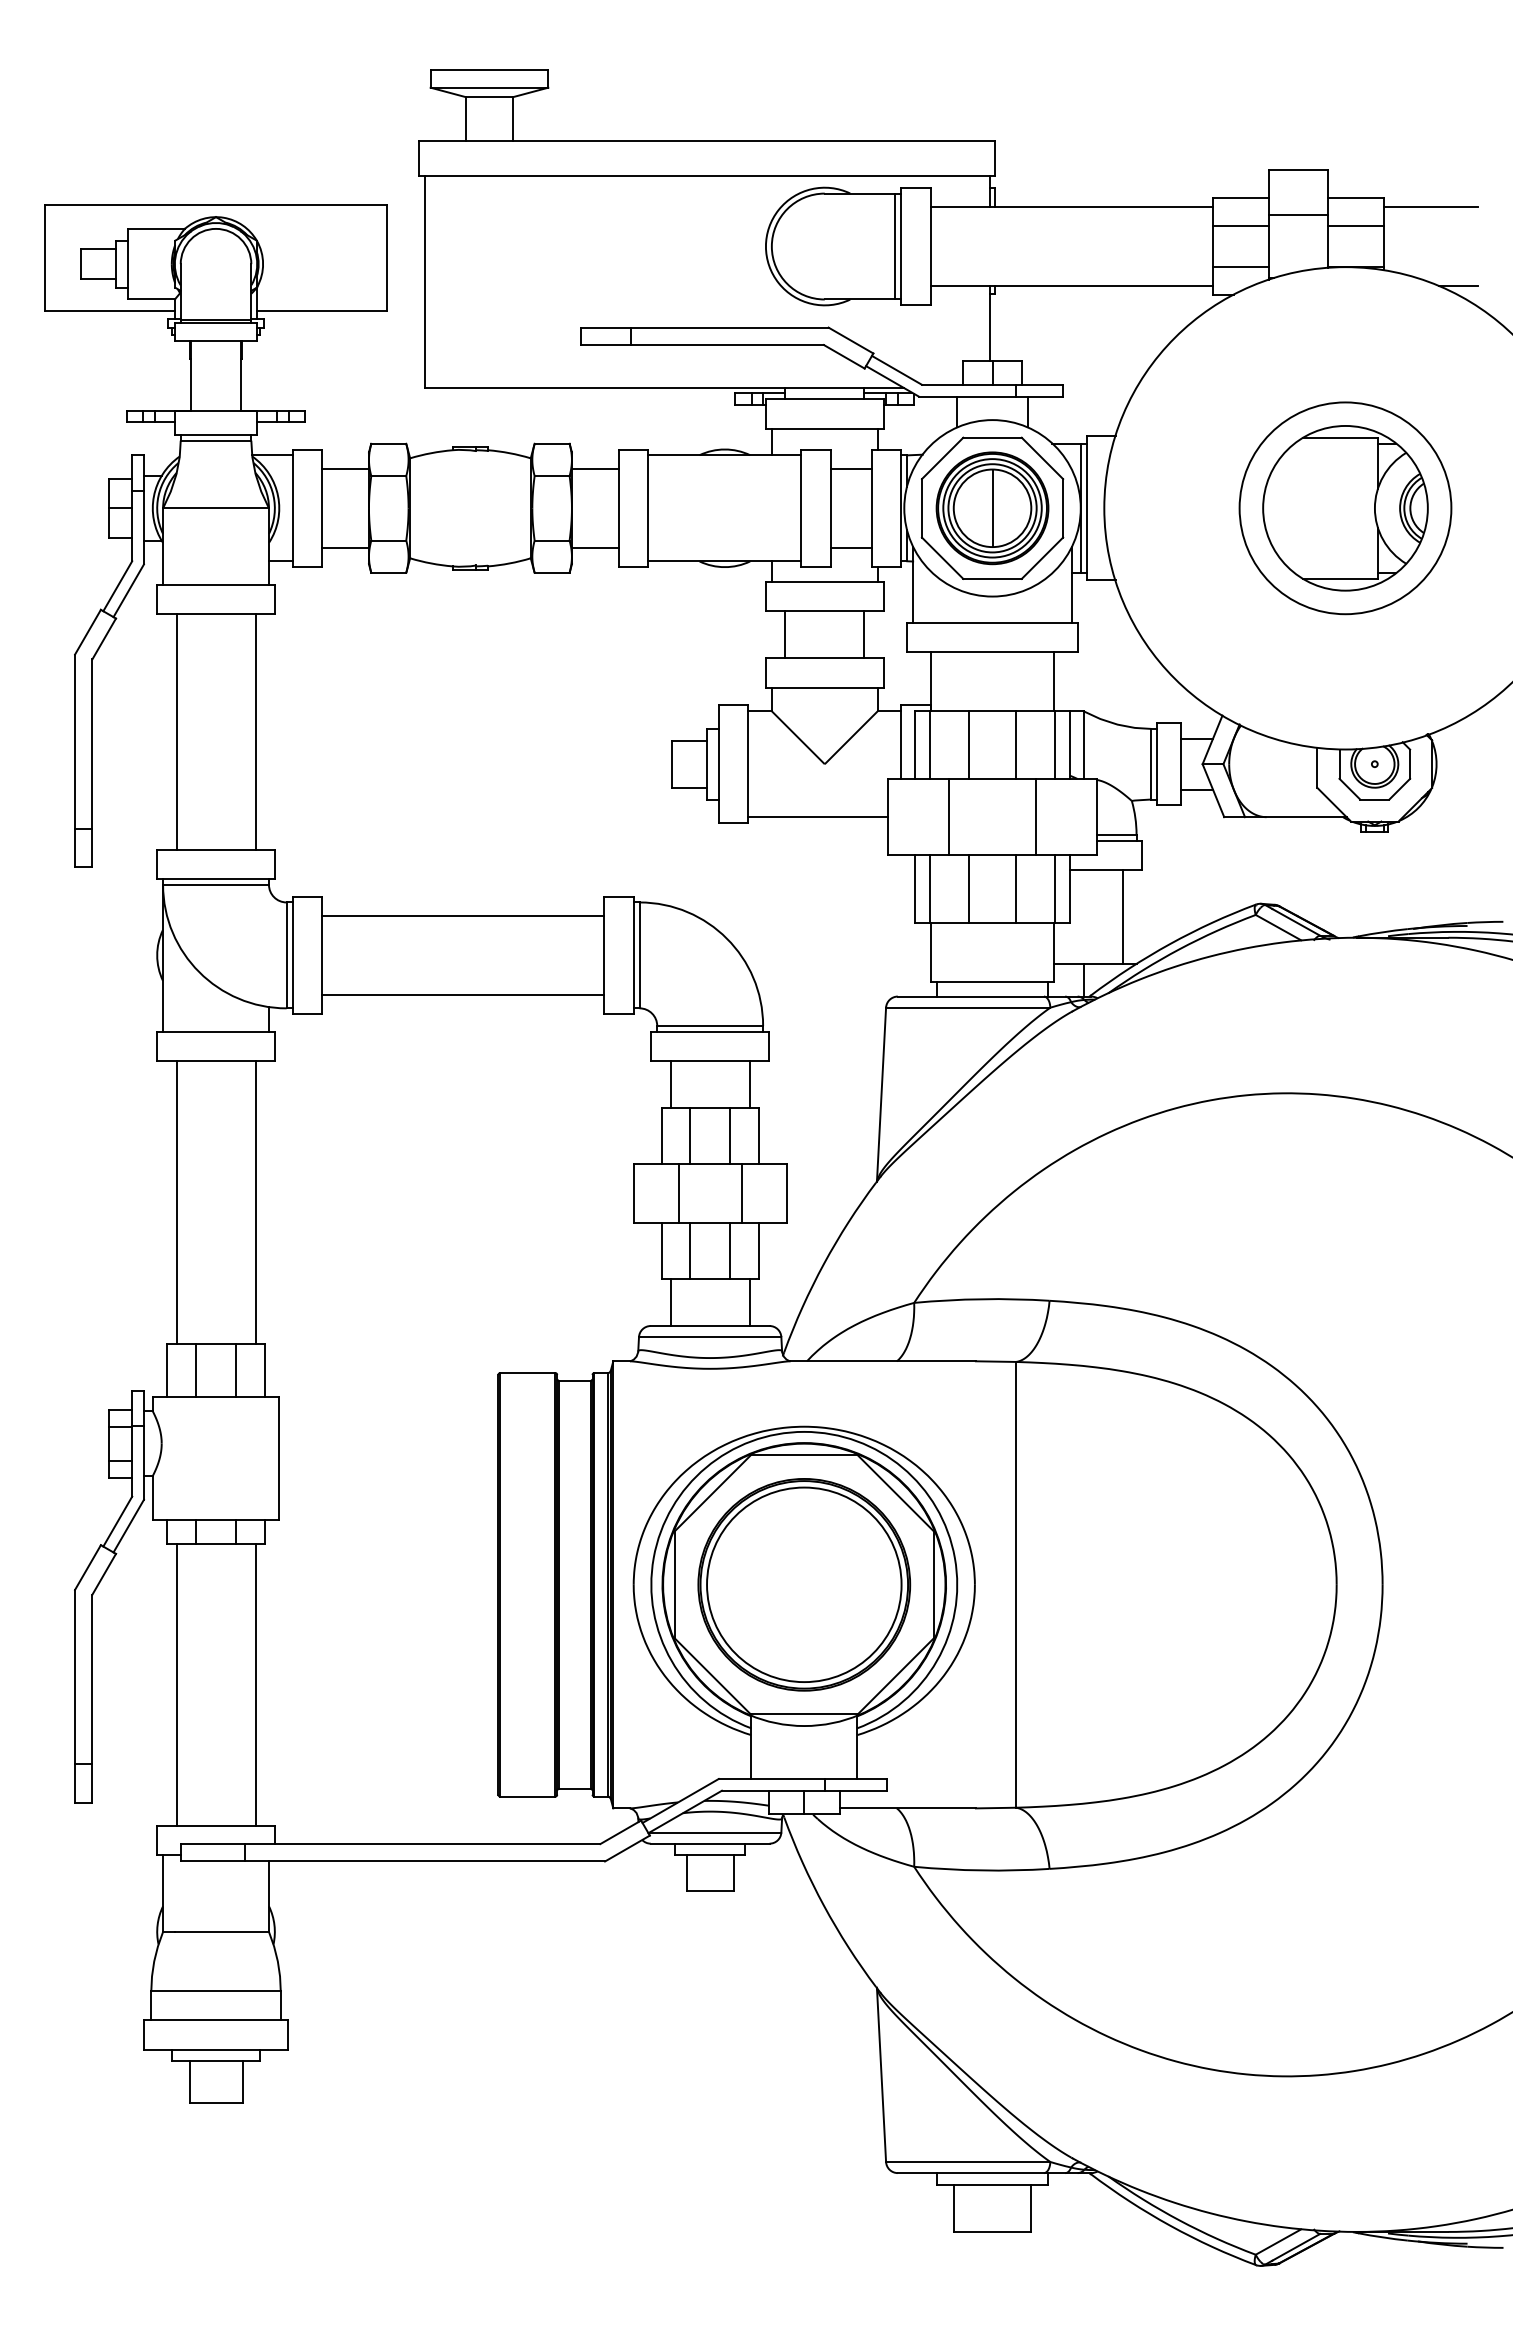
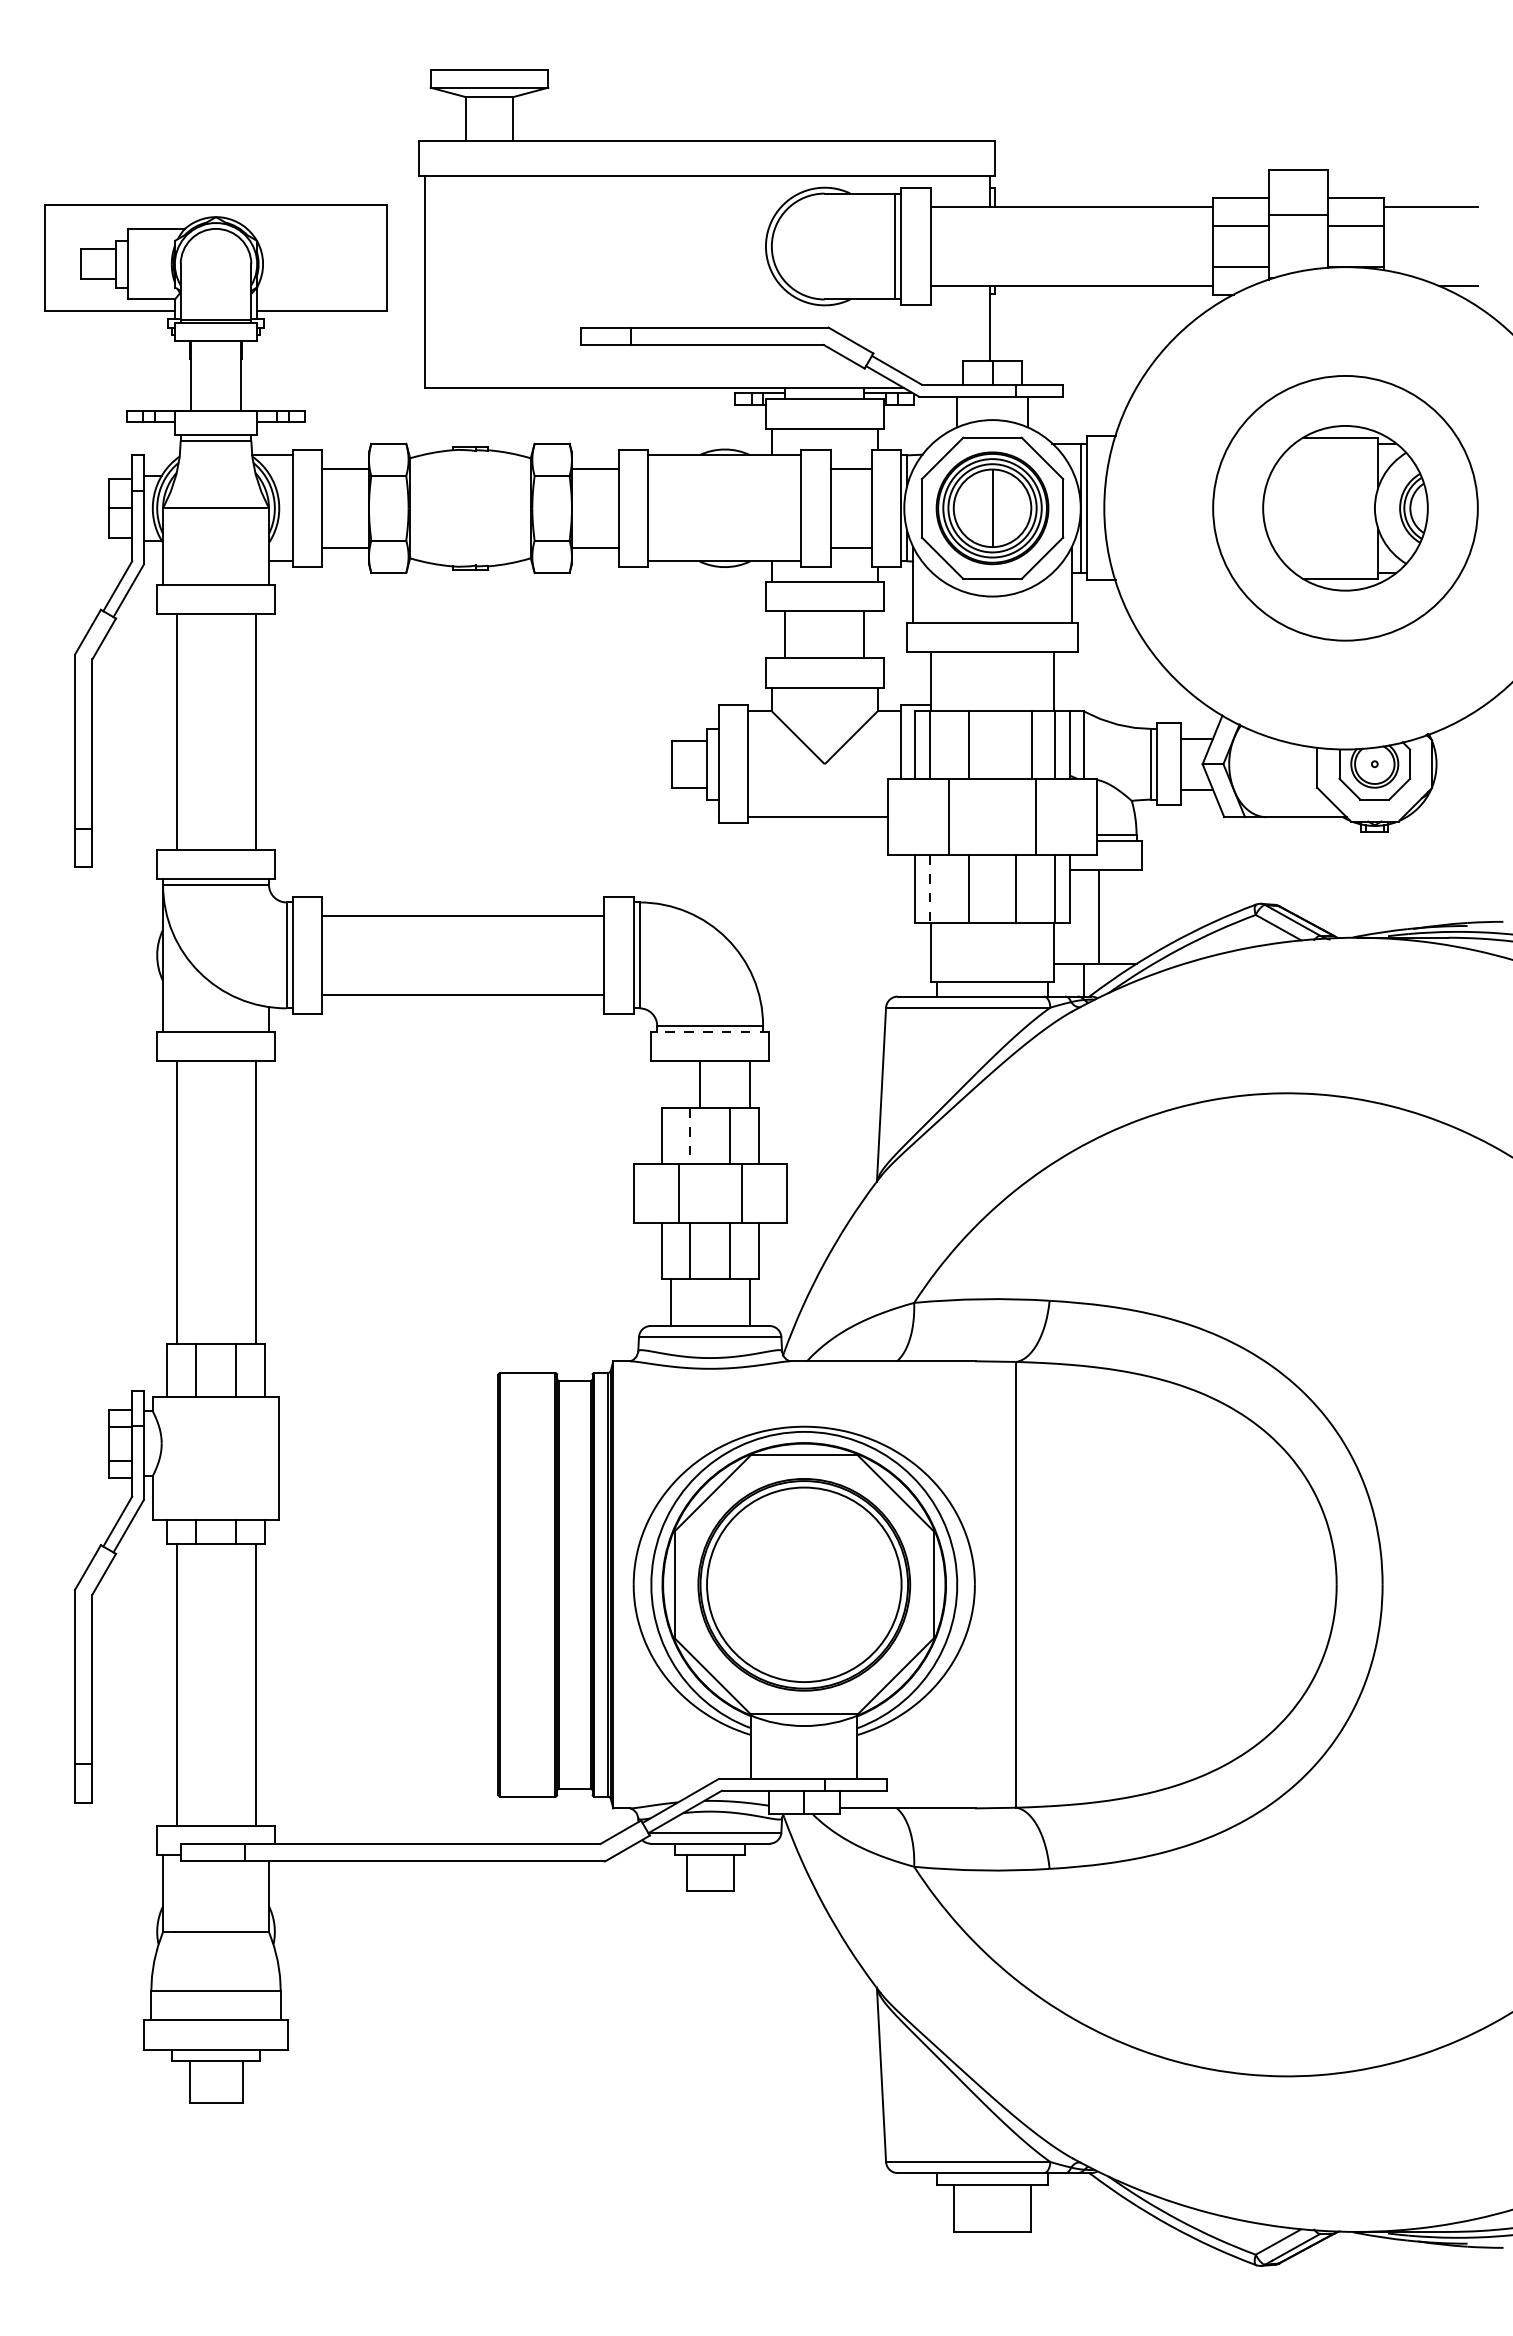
circle at (1345, 508) diameter: 212 px -> 265 px
line at (1016, 744) position: (1016, 744) -> (1032, 744)
line at (929, 889): solid -> dashed
line at (1123, 917) position: (1123, 917) -> (1099, 917)
line at (710, 1031): solid -> dashed
line at (670, 1084) position: (670, 1084) -> (699, 1084)
line at (690, 1136): solid -> dashed
